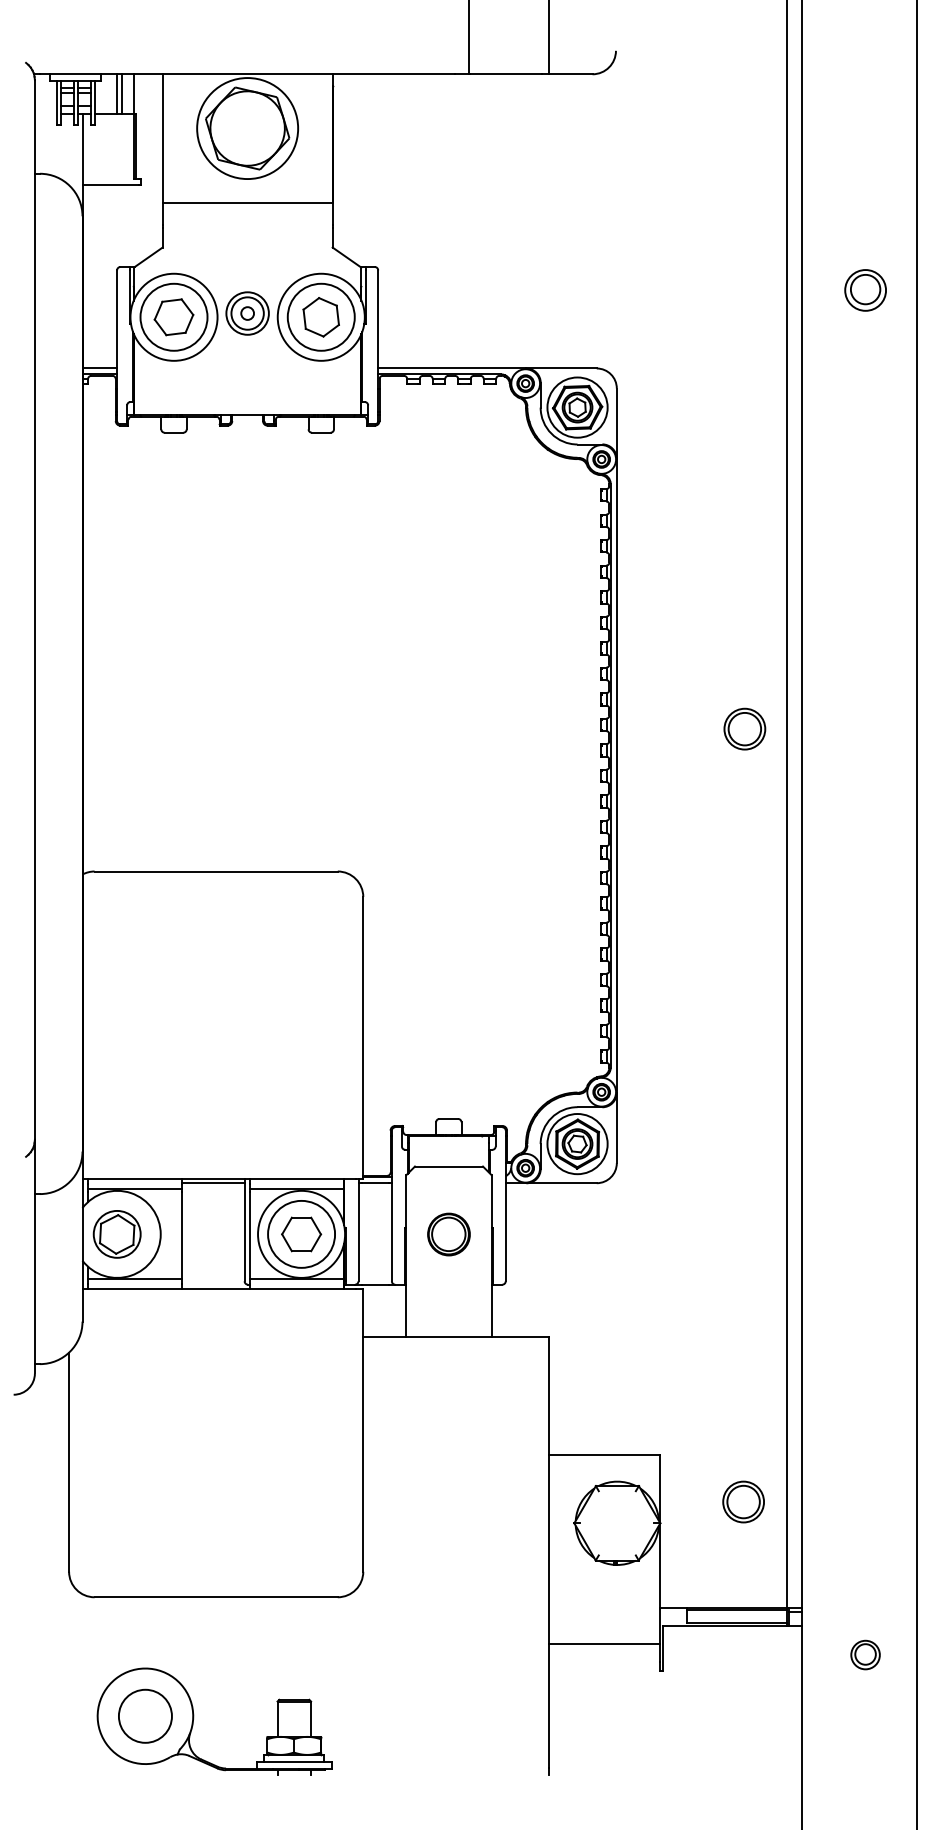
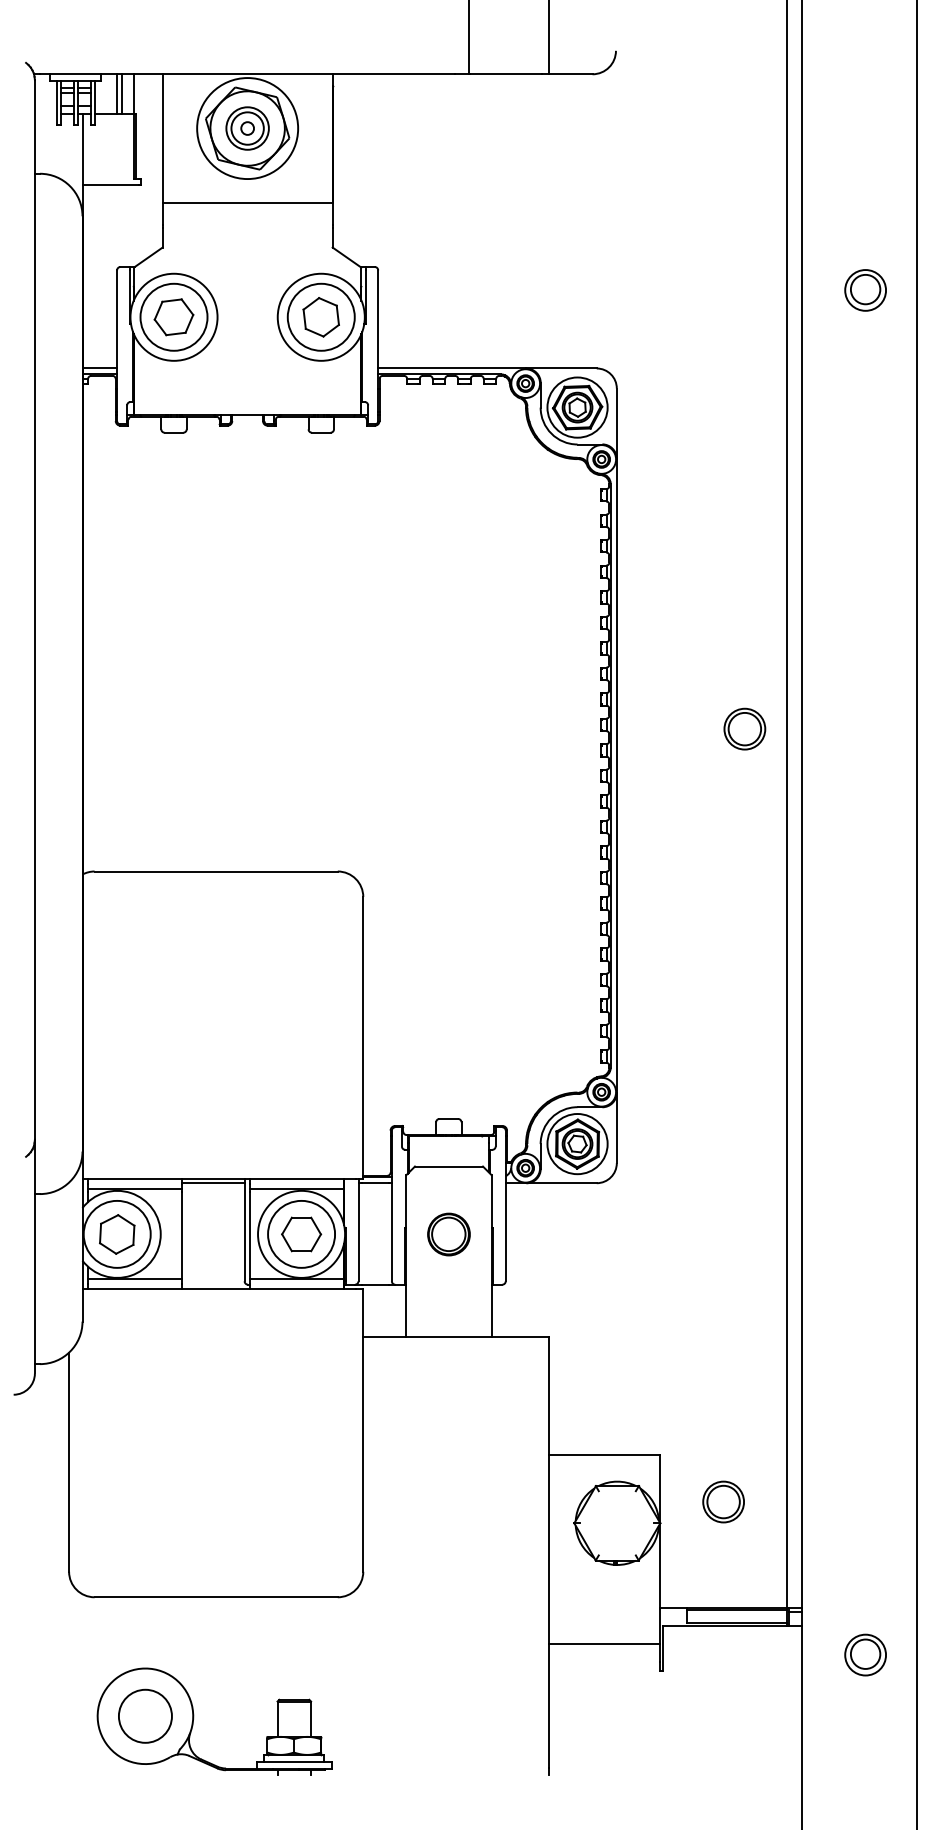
part at (247, 313) position: (247, 313) -> (247, 128)
circle at (116, 1233) diameter: 47 px -> 67 px
part at (743, 1501) position: (743, 1501) -> (723, 1501)
part at (865, 1654) size: 31x32 px -> 43x44 px
